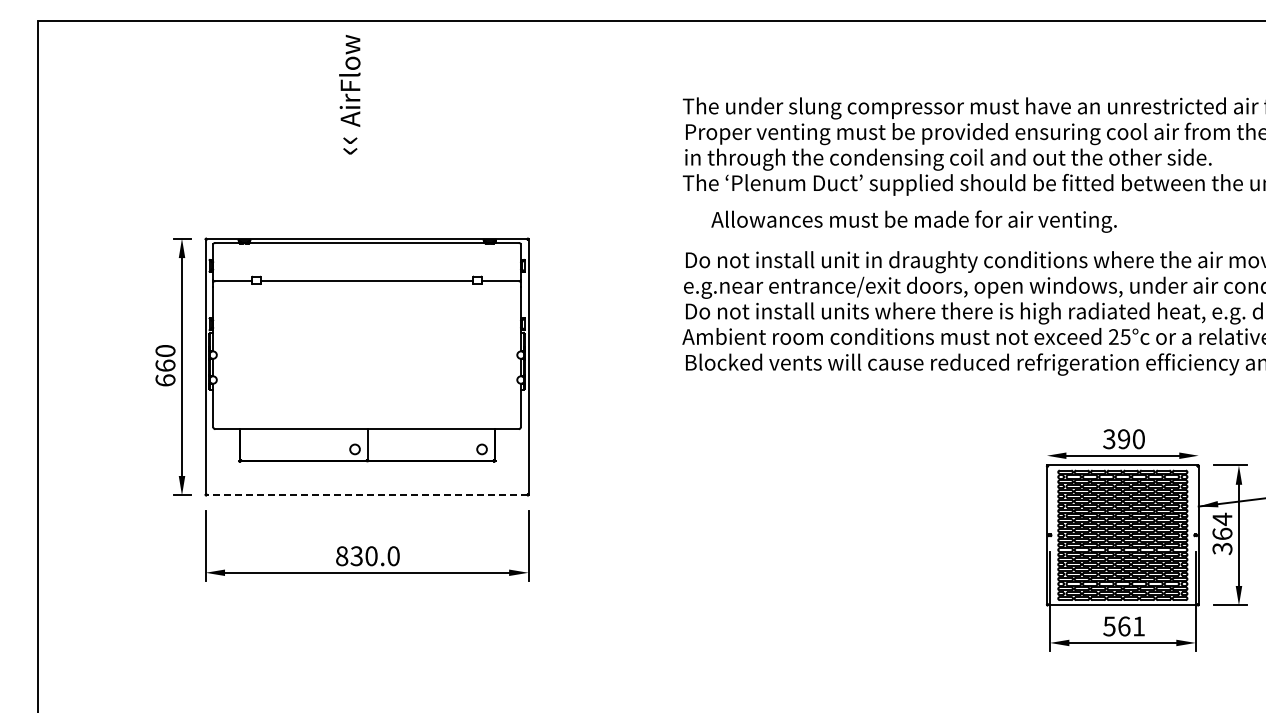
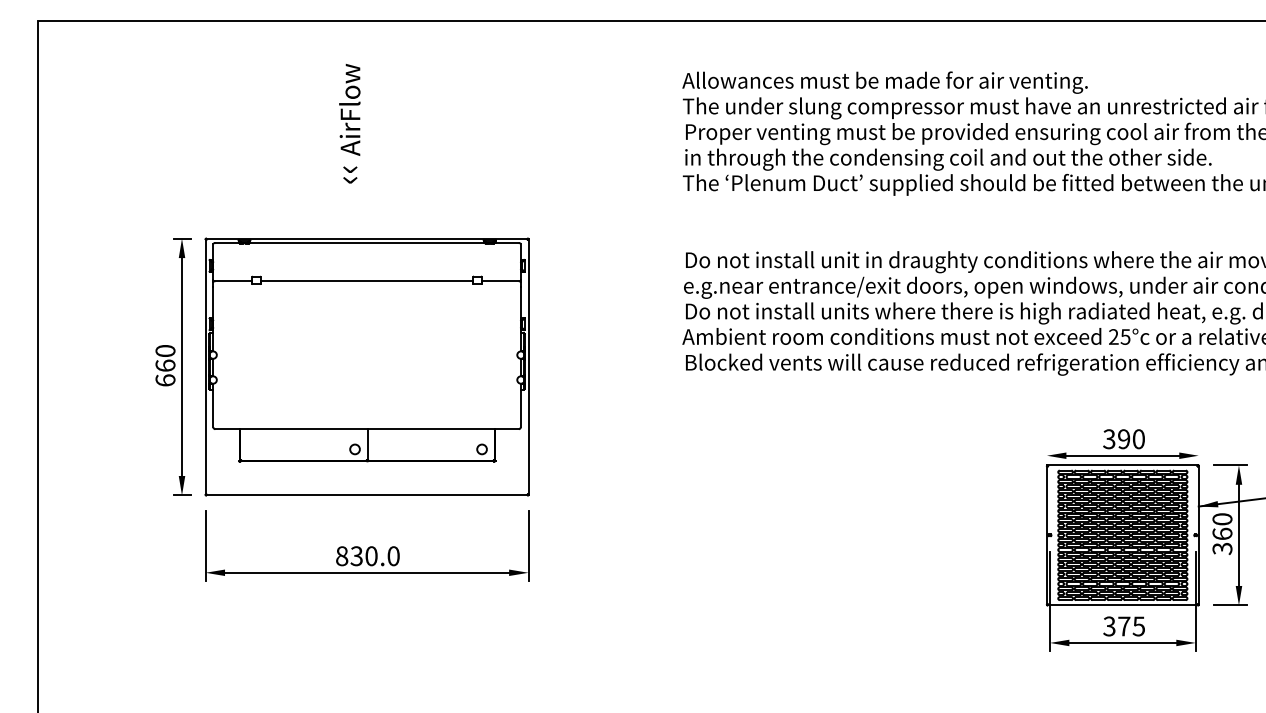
text at (349, 94) position: (349, 94) -> (349, 123)
text at (913, 221) position: (913, 221) -> (884, 82)
line at (367, 495): dashed -> solid
text at (1222, 519): 364 -> 360
text at (1123, 626): 561 -> 375
